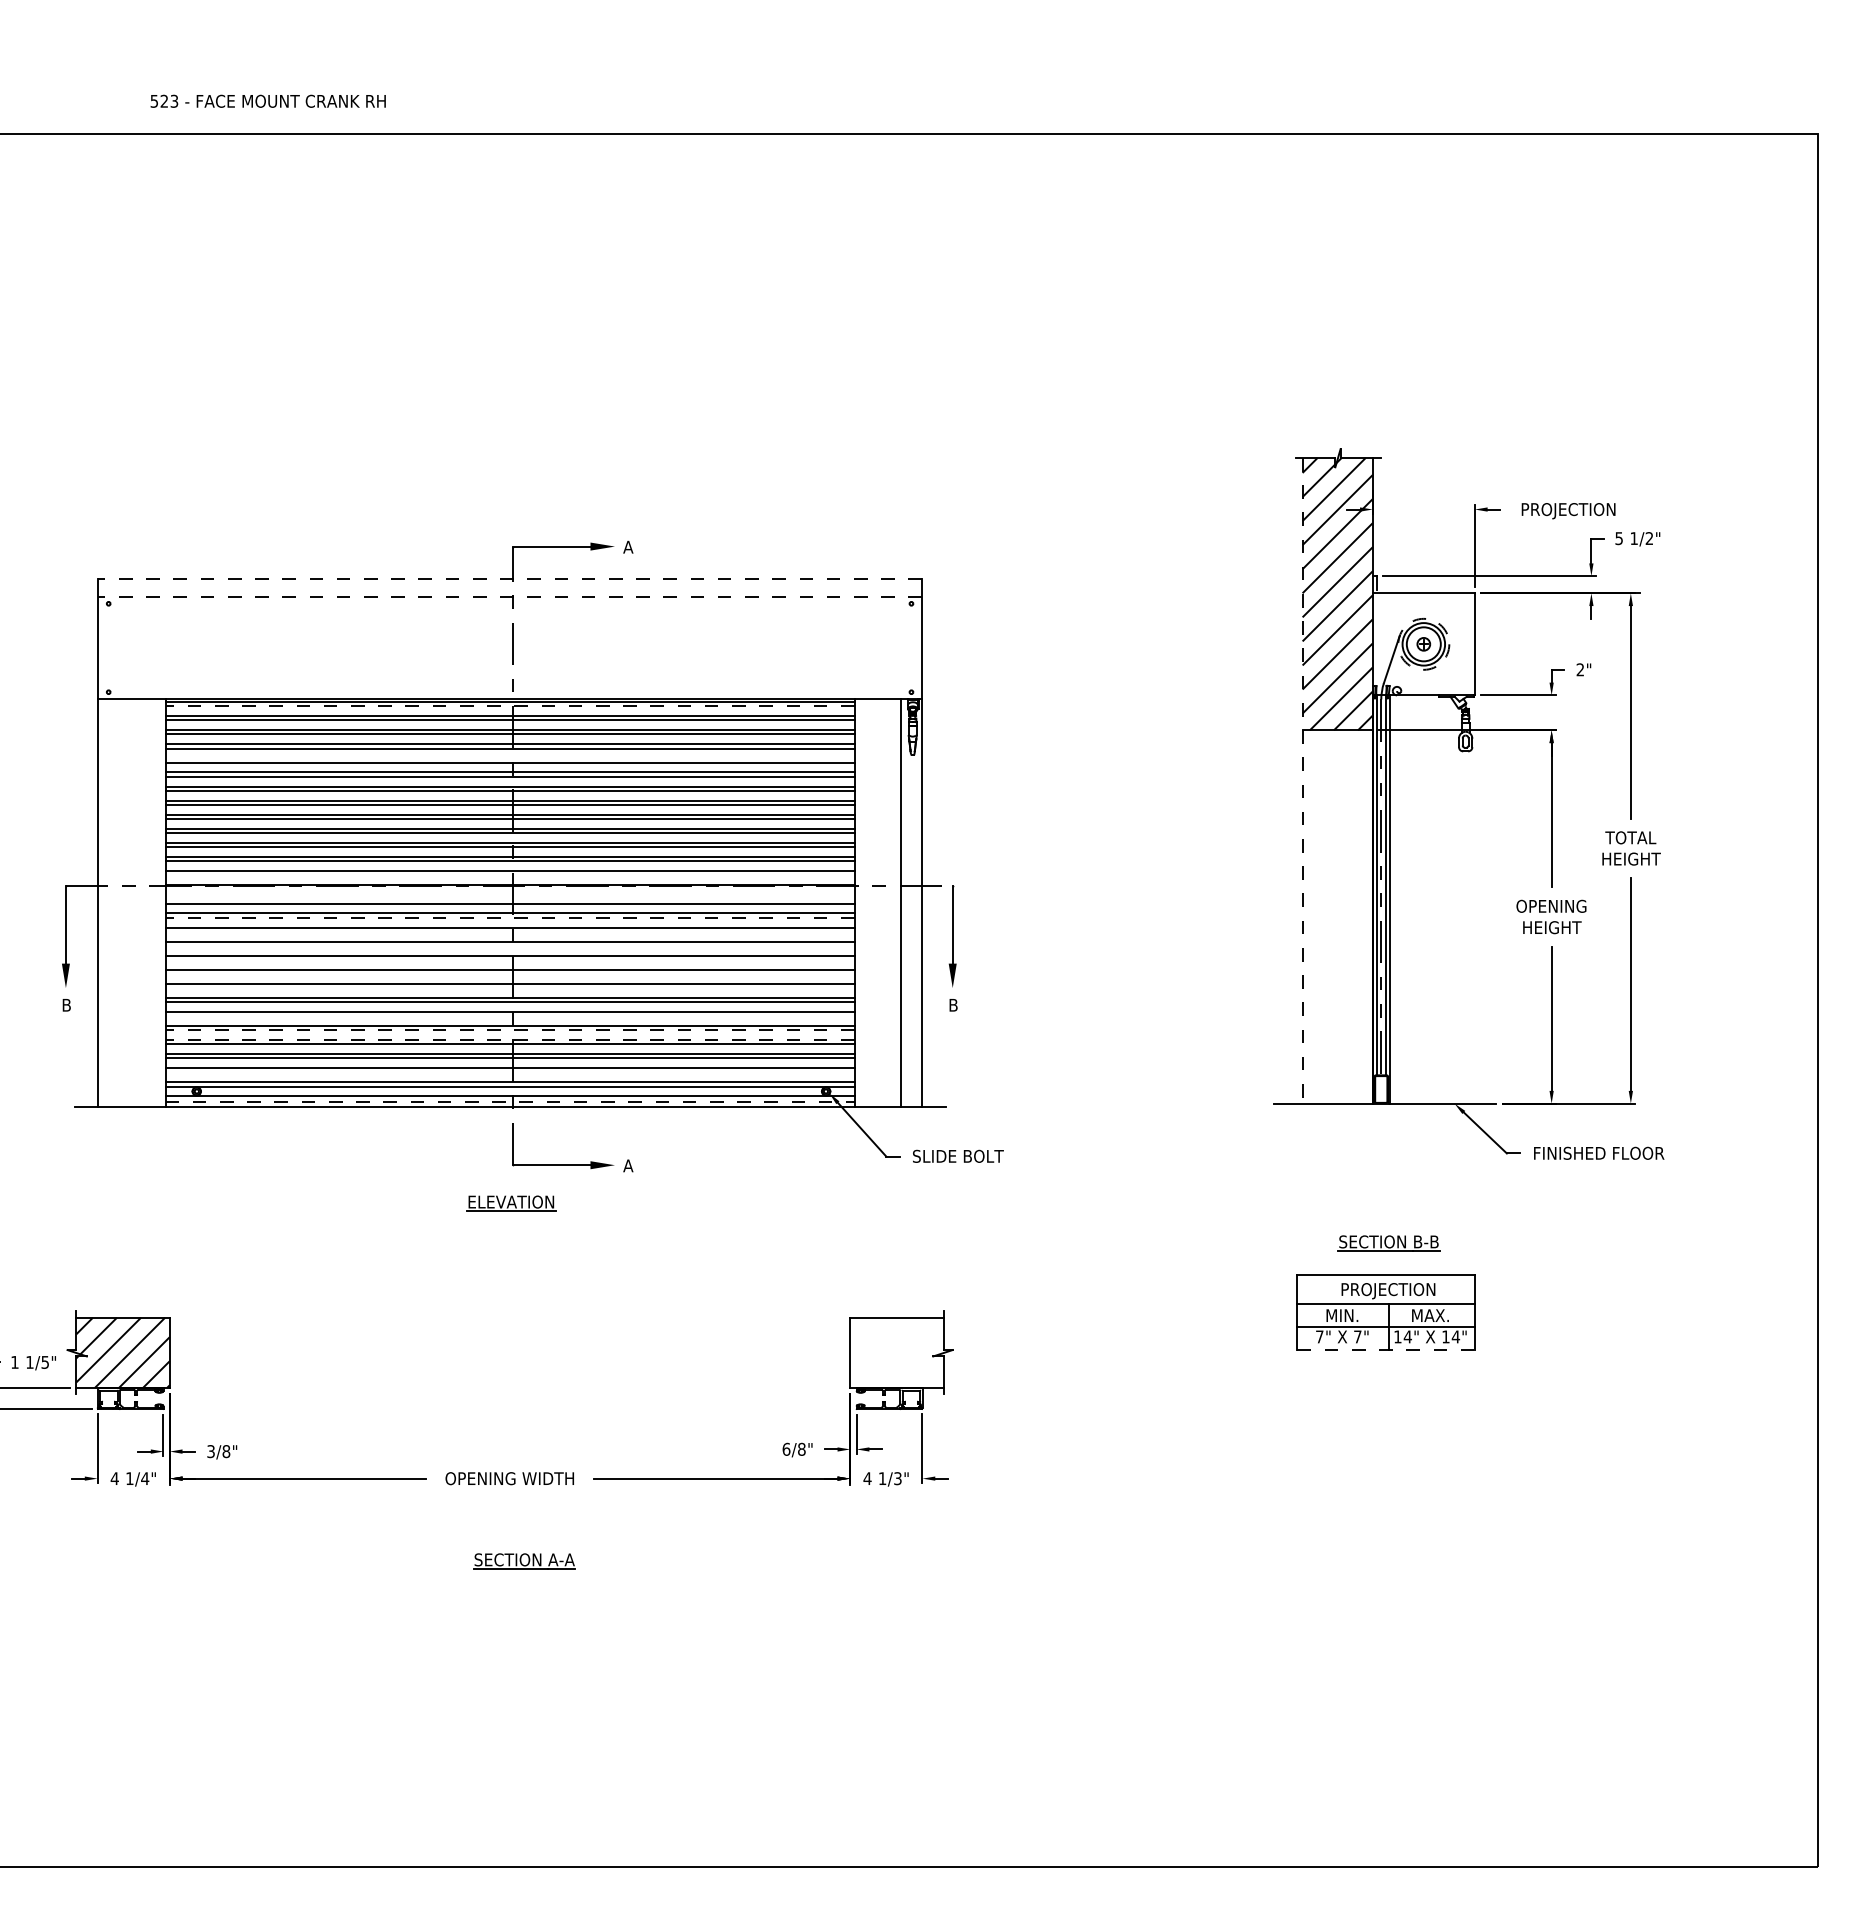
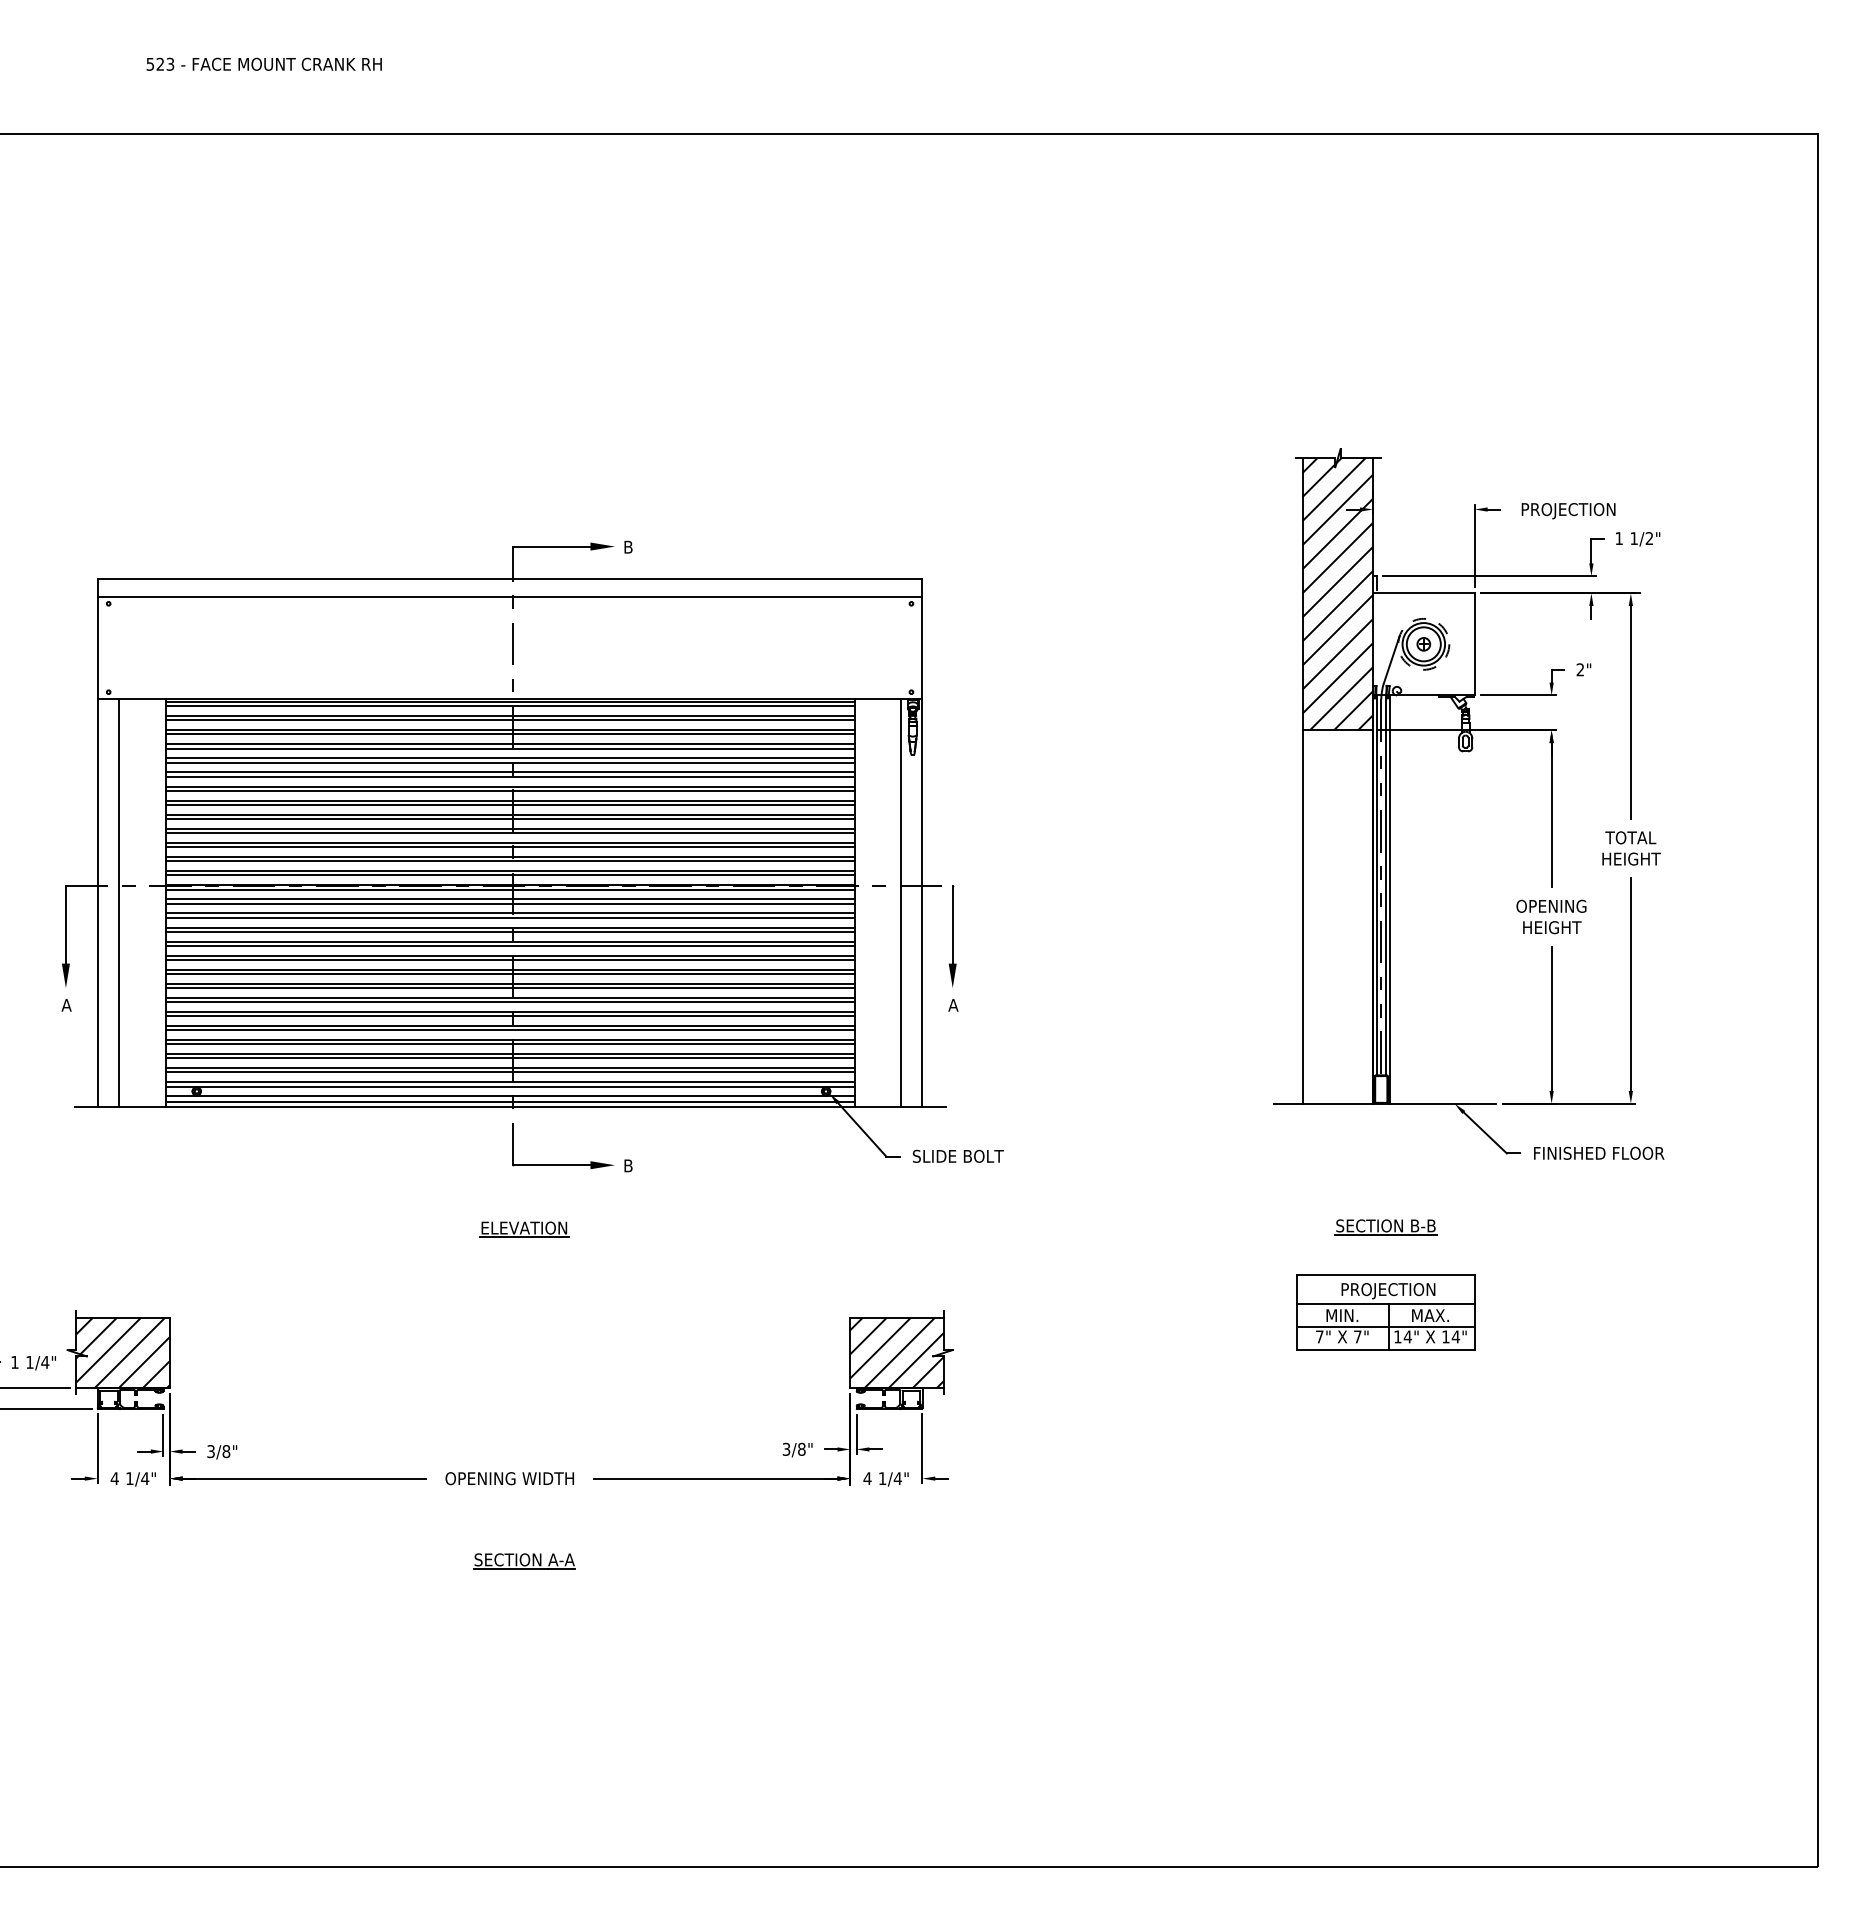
text at (267, 100) position: (267, 100) -> (263, 63)
text at (1618, 538): 5 -> 1
text at (628, 546): A -> B
line at (510, 579): dashed -> solid
line at (510, 596): dashed -> solid
line at (509, 706): dashed -> solid
line at (509, 758): none -> present
line at (1302, 780): dashed -> solid
line at (509, 875): none -> present
line at (509, 889): none -> present
line at (509, 899): none -> present
line at (119, 902): none -> present
line at (509, 917): dashed -> solid
line at (509, 931): none -> present
line at (509, 945): none -> present
line at (509, 960): none -> present
line at (509, 974): none -> present
line at (509, 988): none -> present
text at (66, 1005): B -> A
text at (953, 1005): B -> A
line at (509, 1016): none -> present
line at (509, 1030): dashed -> solid
line at (509, 1039): dashed -> solid
line at (509, 1072): none -> present
line at (510, 1102): dashed -> solid
text at (628, 1165): A -> B
part at (511, 1203) position: (511, 1203) -> (524, 1229)
part at (1388, 1243) position: (1388, 1243) -> (1385, 1227)
line at (1386, 1350): dashed -> solid
hatch at (900, 1352): none -> present
text at (45, 1362): 1/5" -> 1/4"
text at (786, 1448): 6/8" -> 3/8"
text at (897, 1478): 1/3" -> 1/4"
